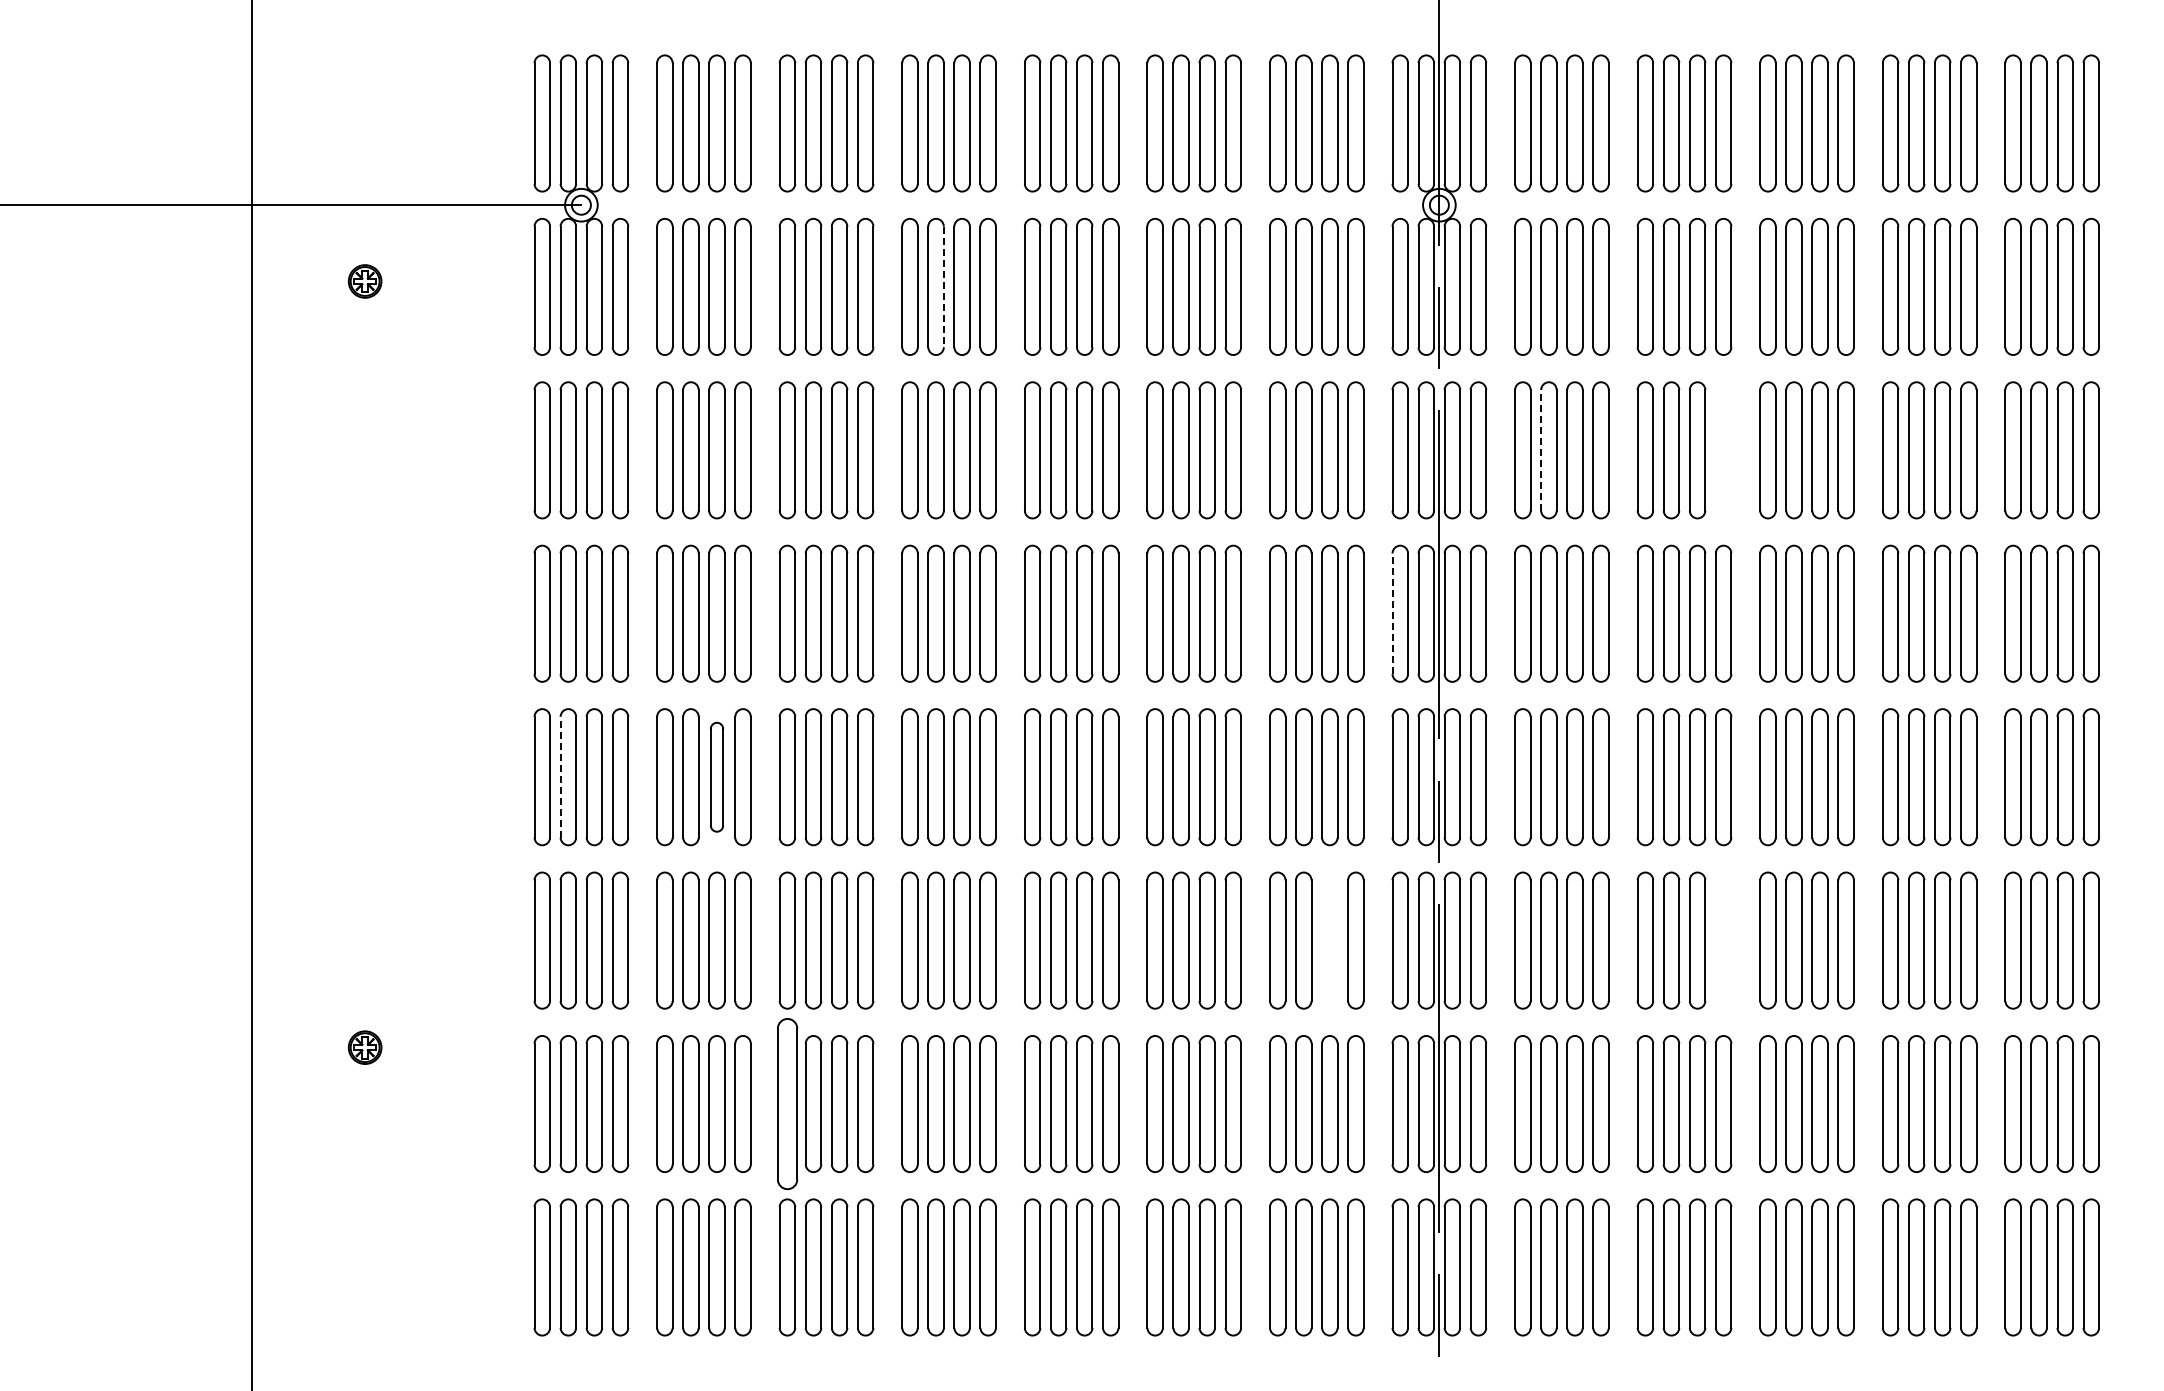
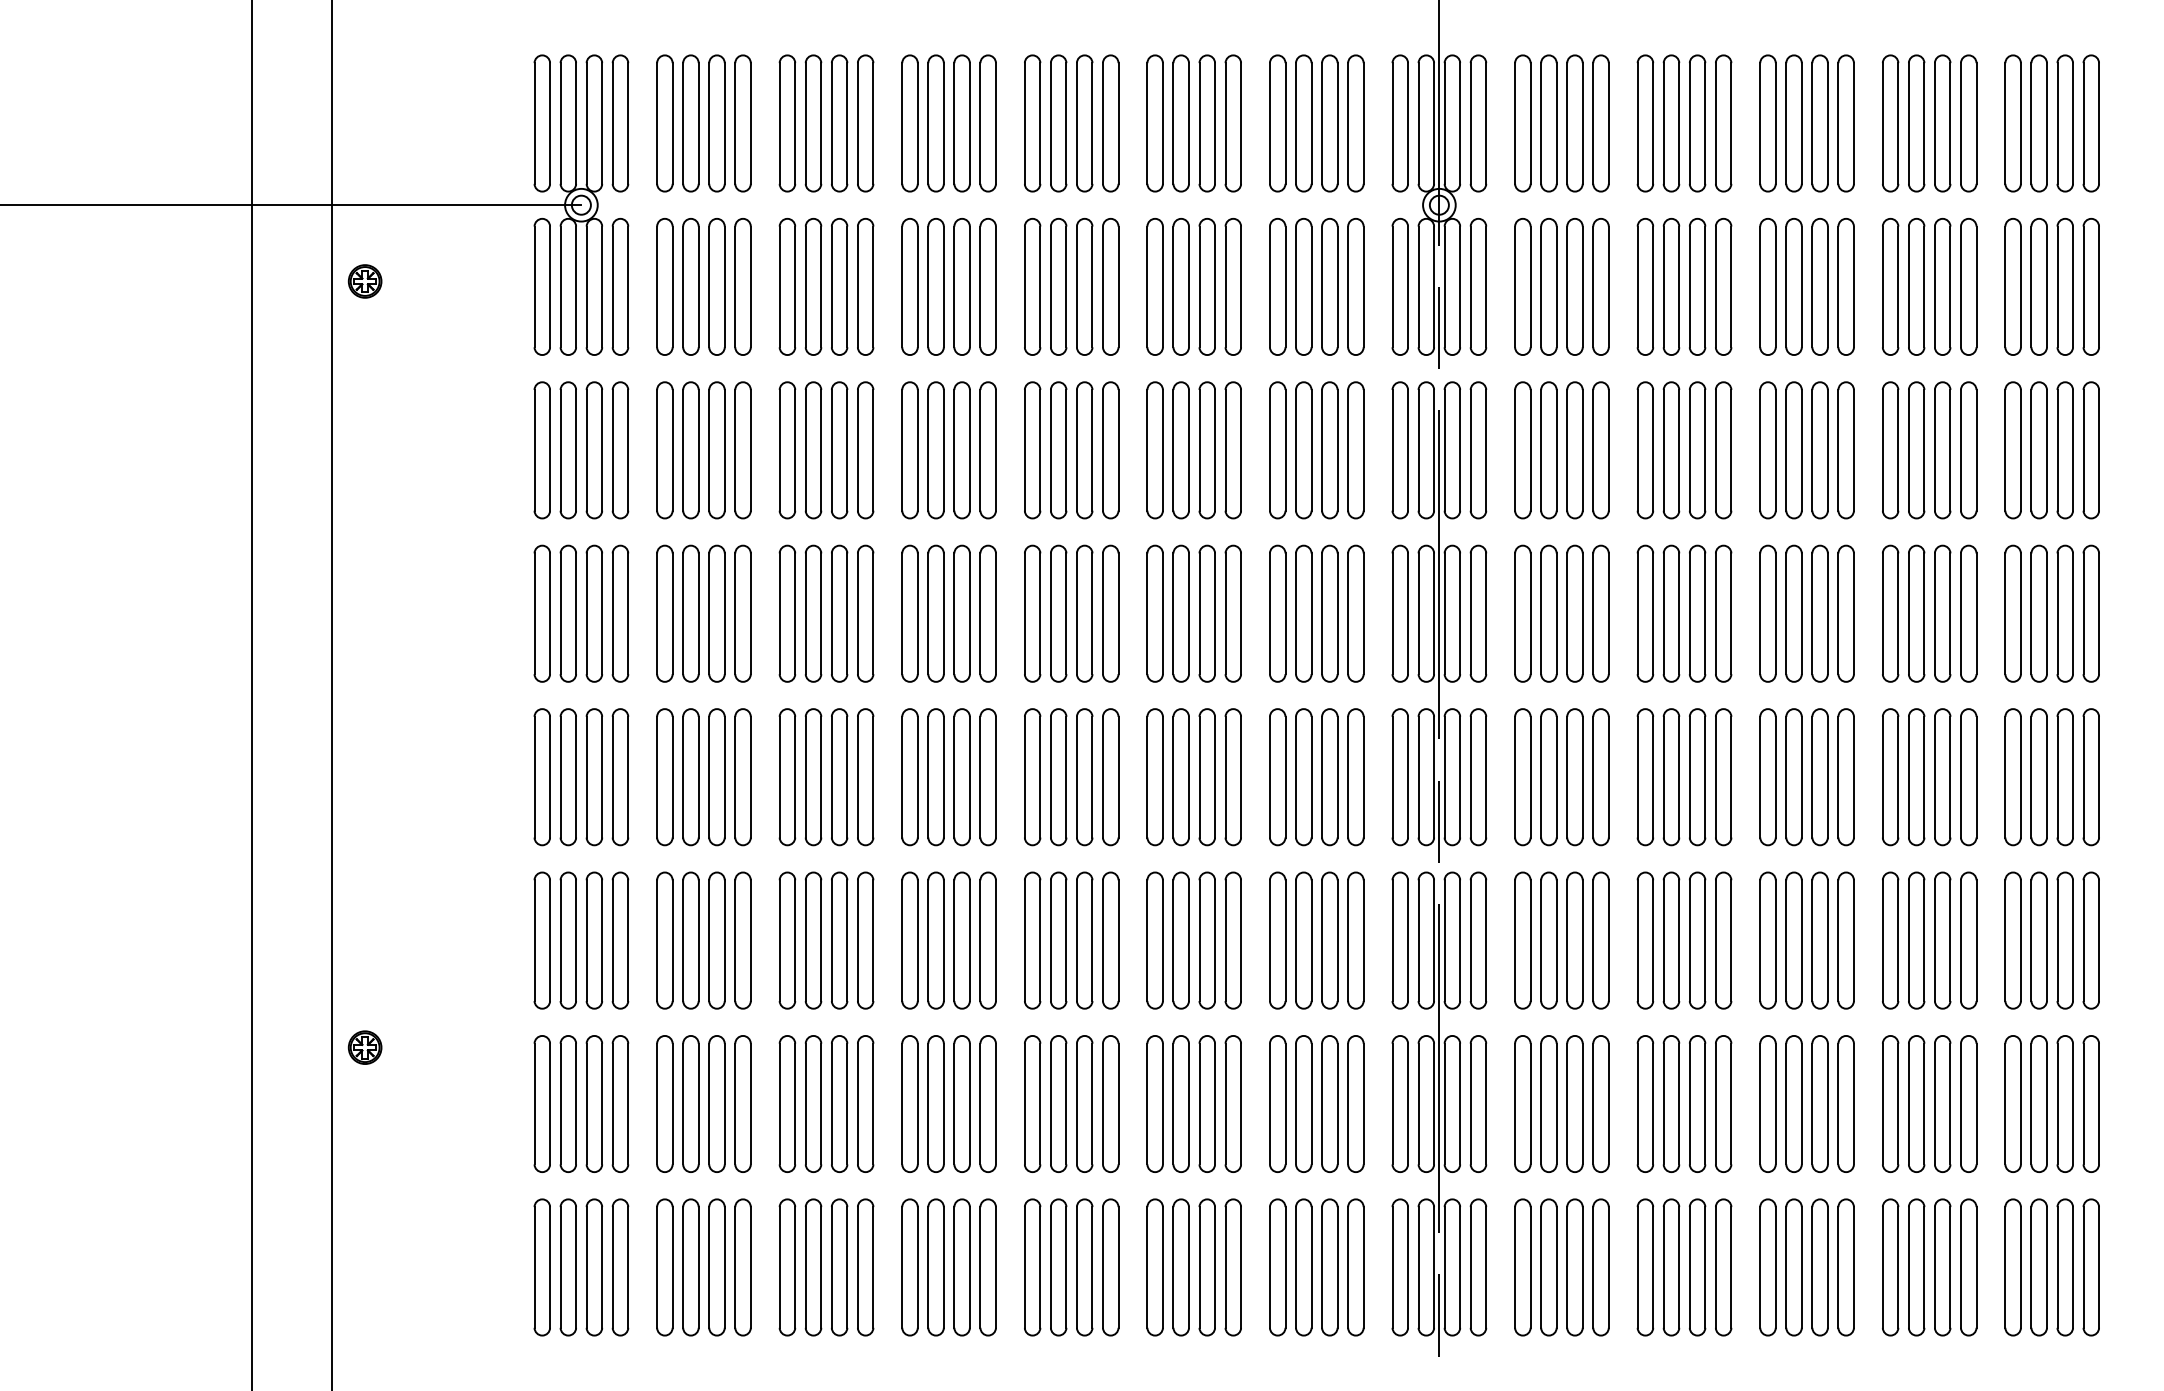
line at (943, 287): dashed -> solid
line at (1541, 449): dashed -> solid
part at (1723, 450): none -> present
line at (1392, 613): dashed -> solid
line at (332, 694): none -> present
line at (560, 776): dashed -> solid
part at (716, 776) size: 16x112 px -> 18x139 px
part at (1329, 940): none -> present
part at (1723, 940): none -> present
part at (787, 1104) size: 22x173 px -> 18x138 px
